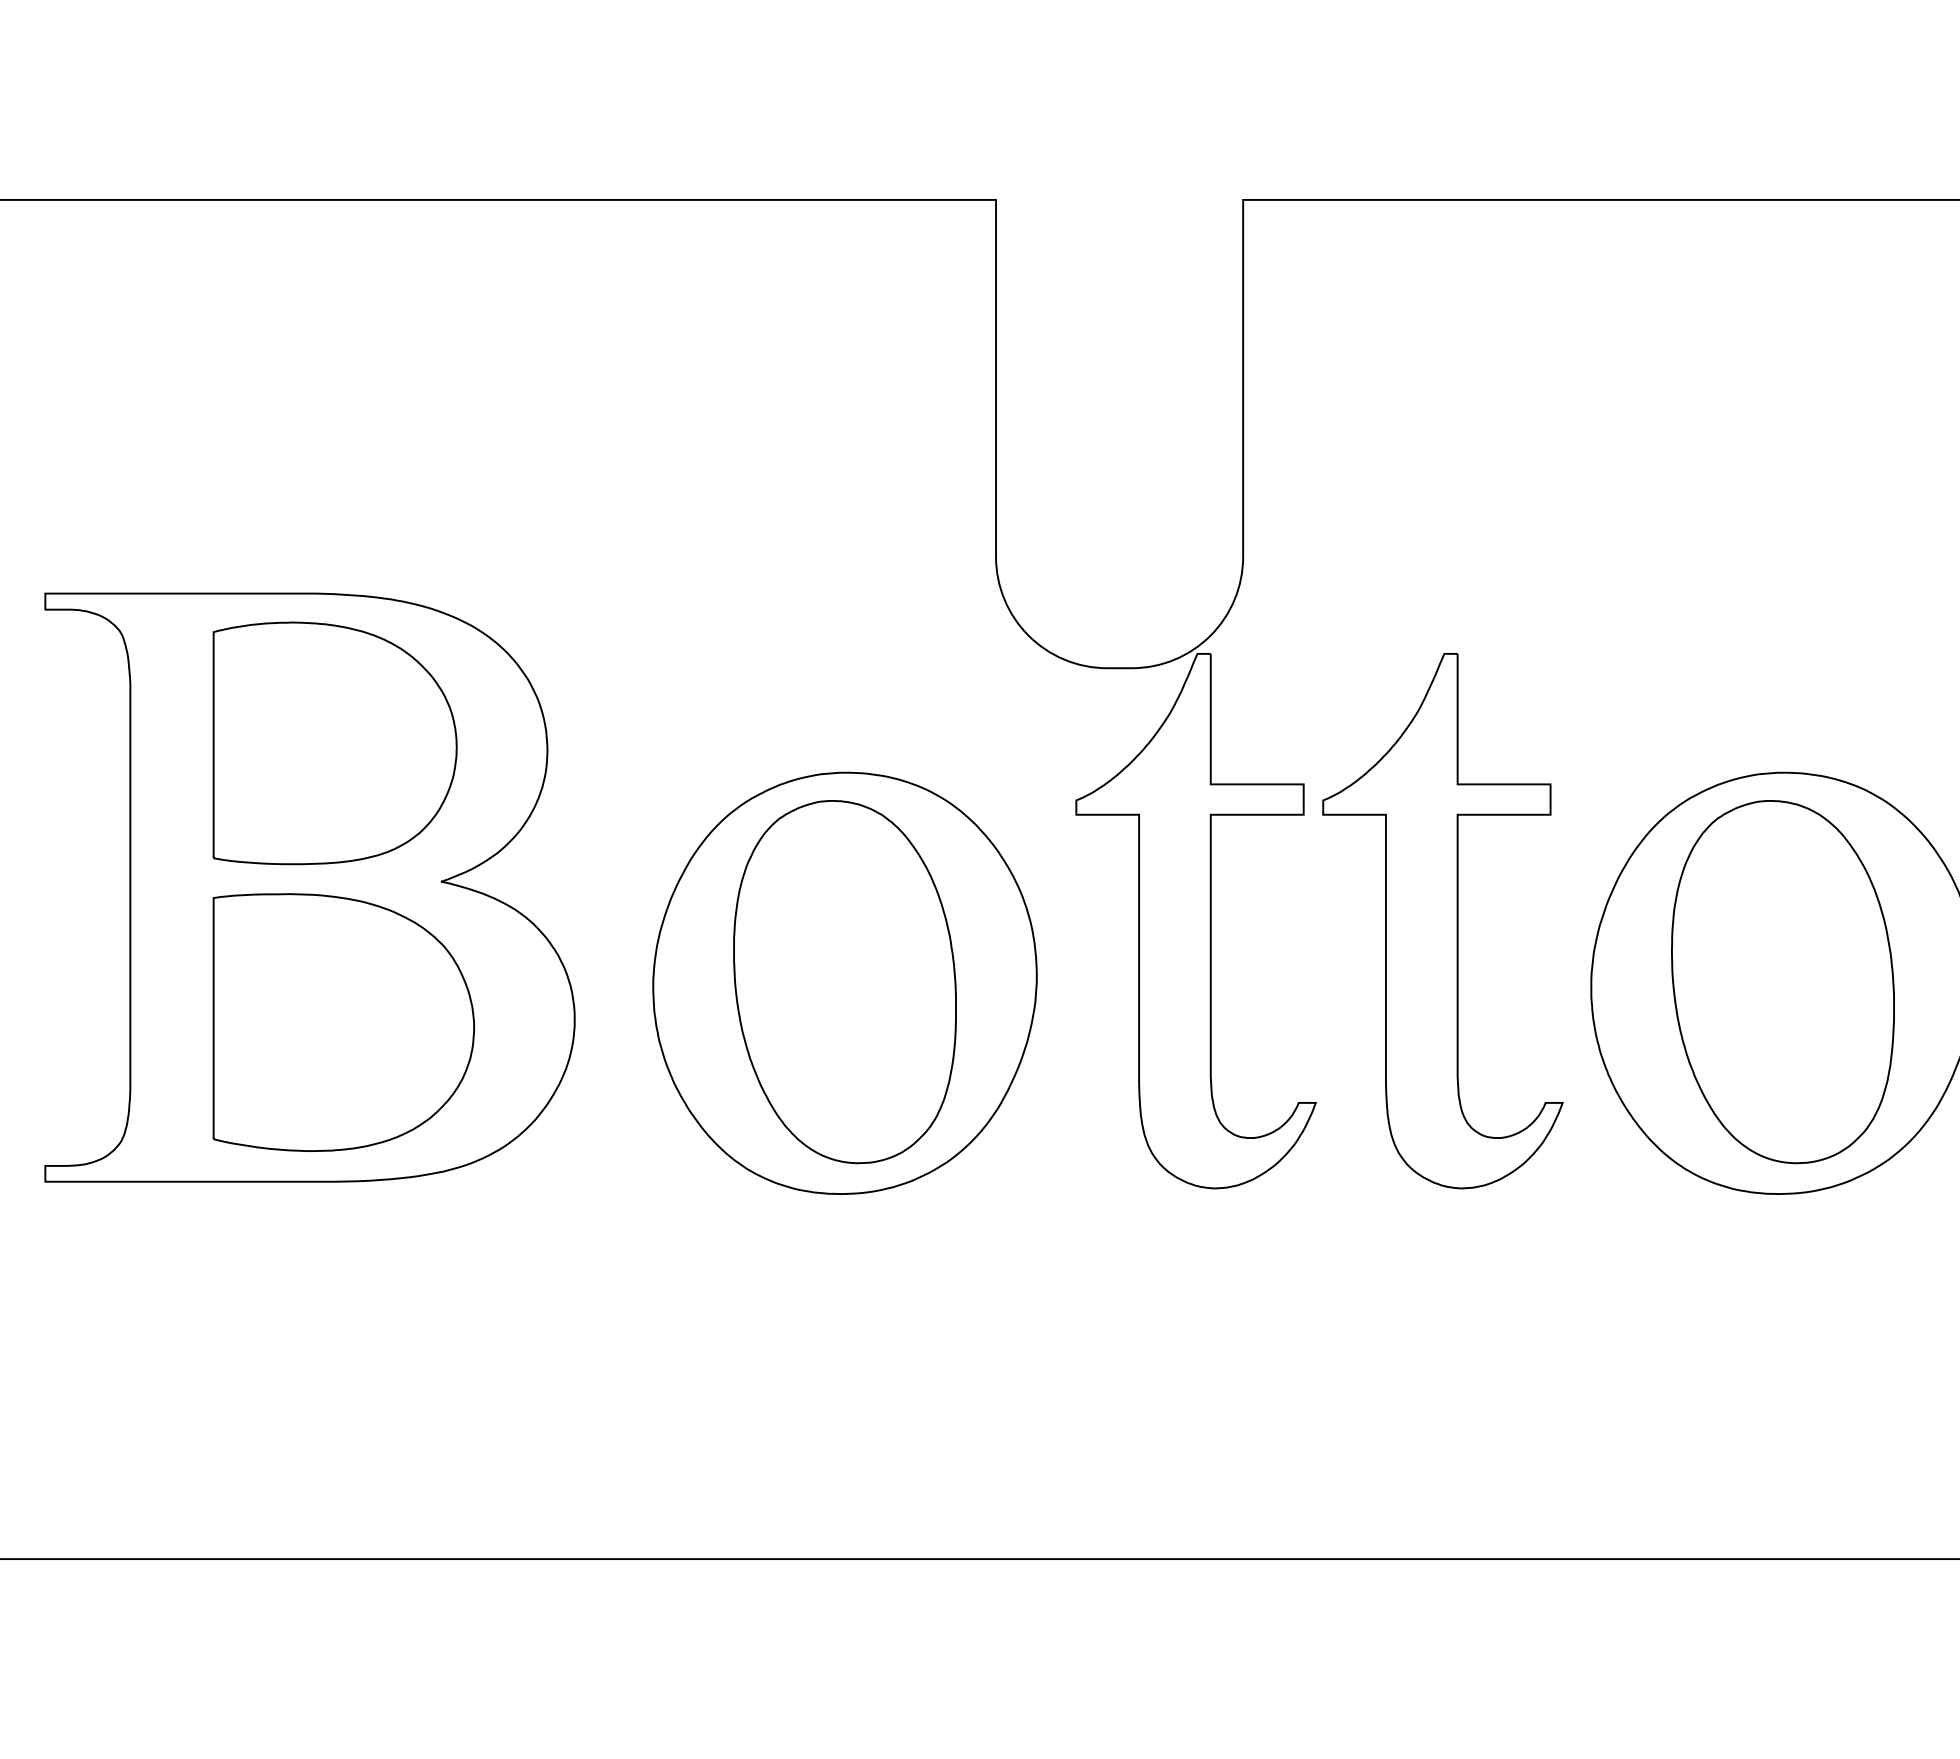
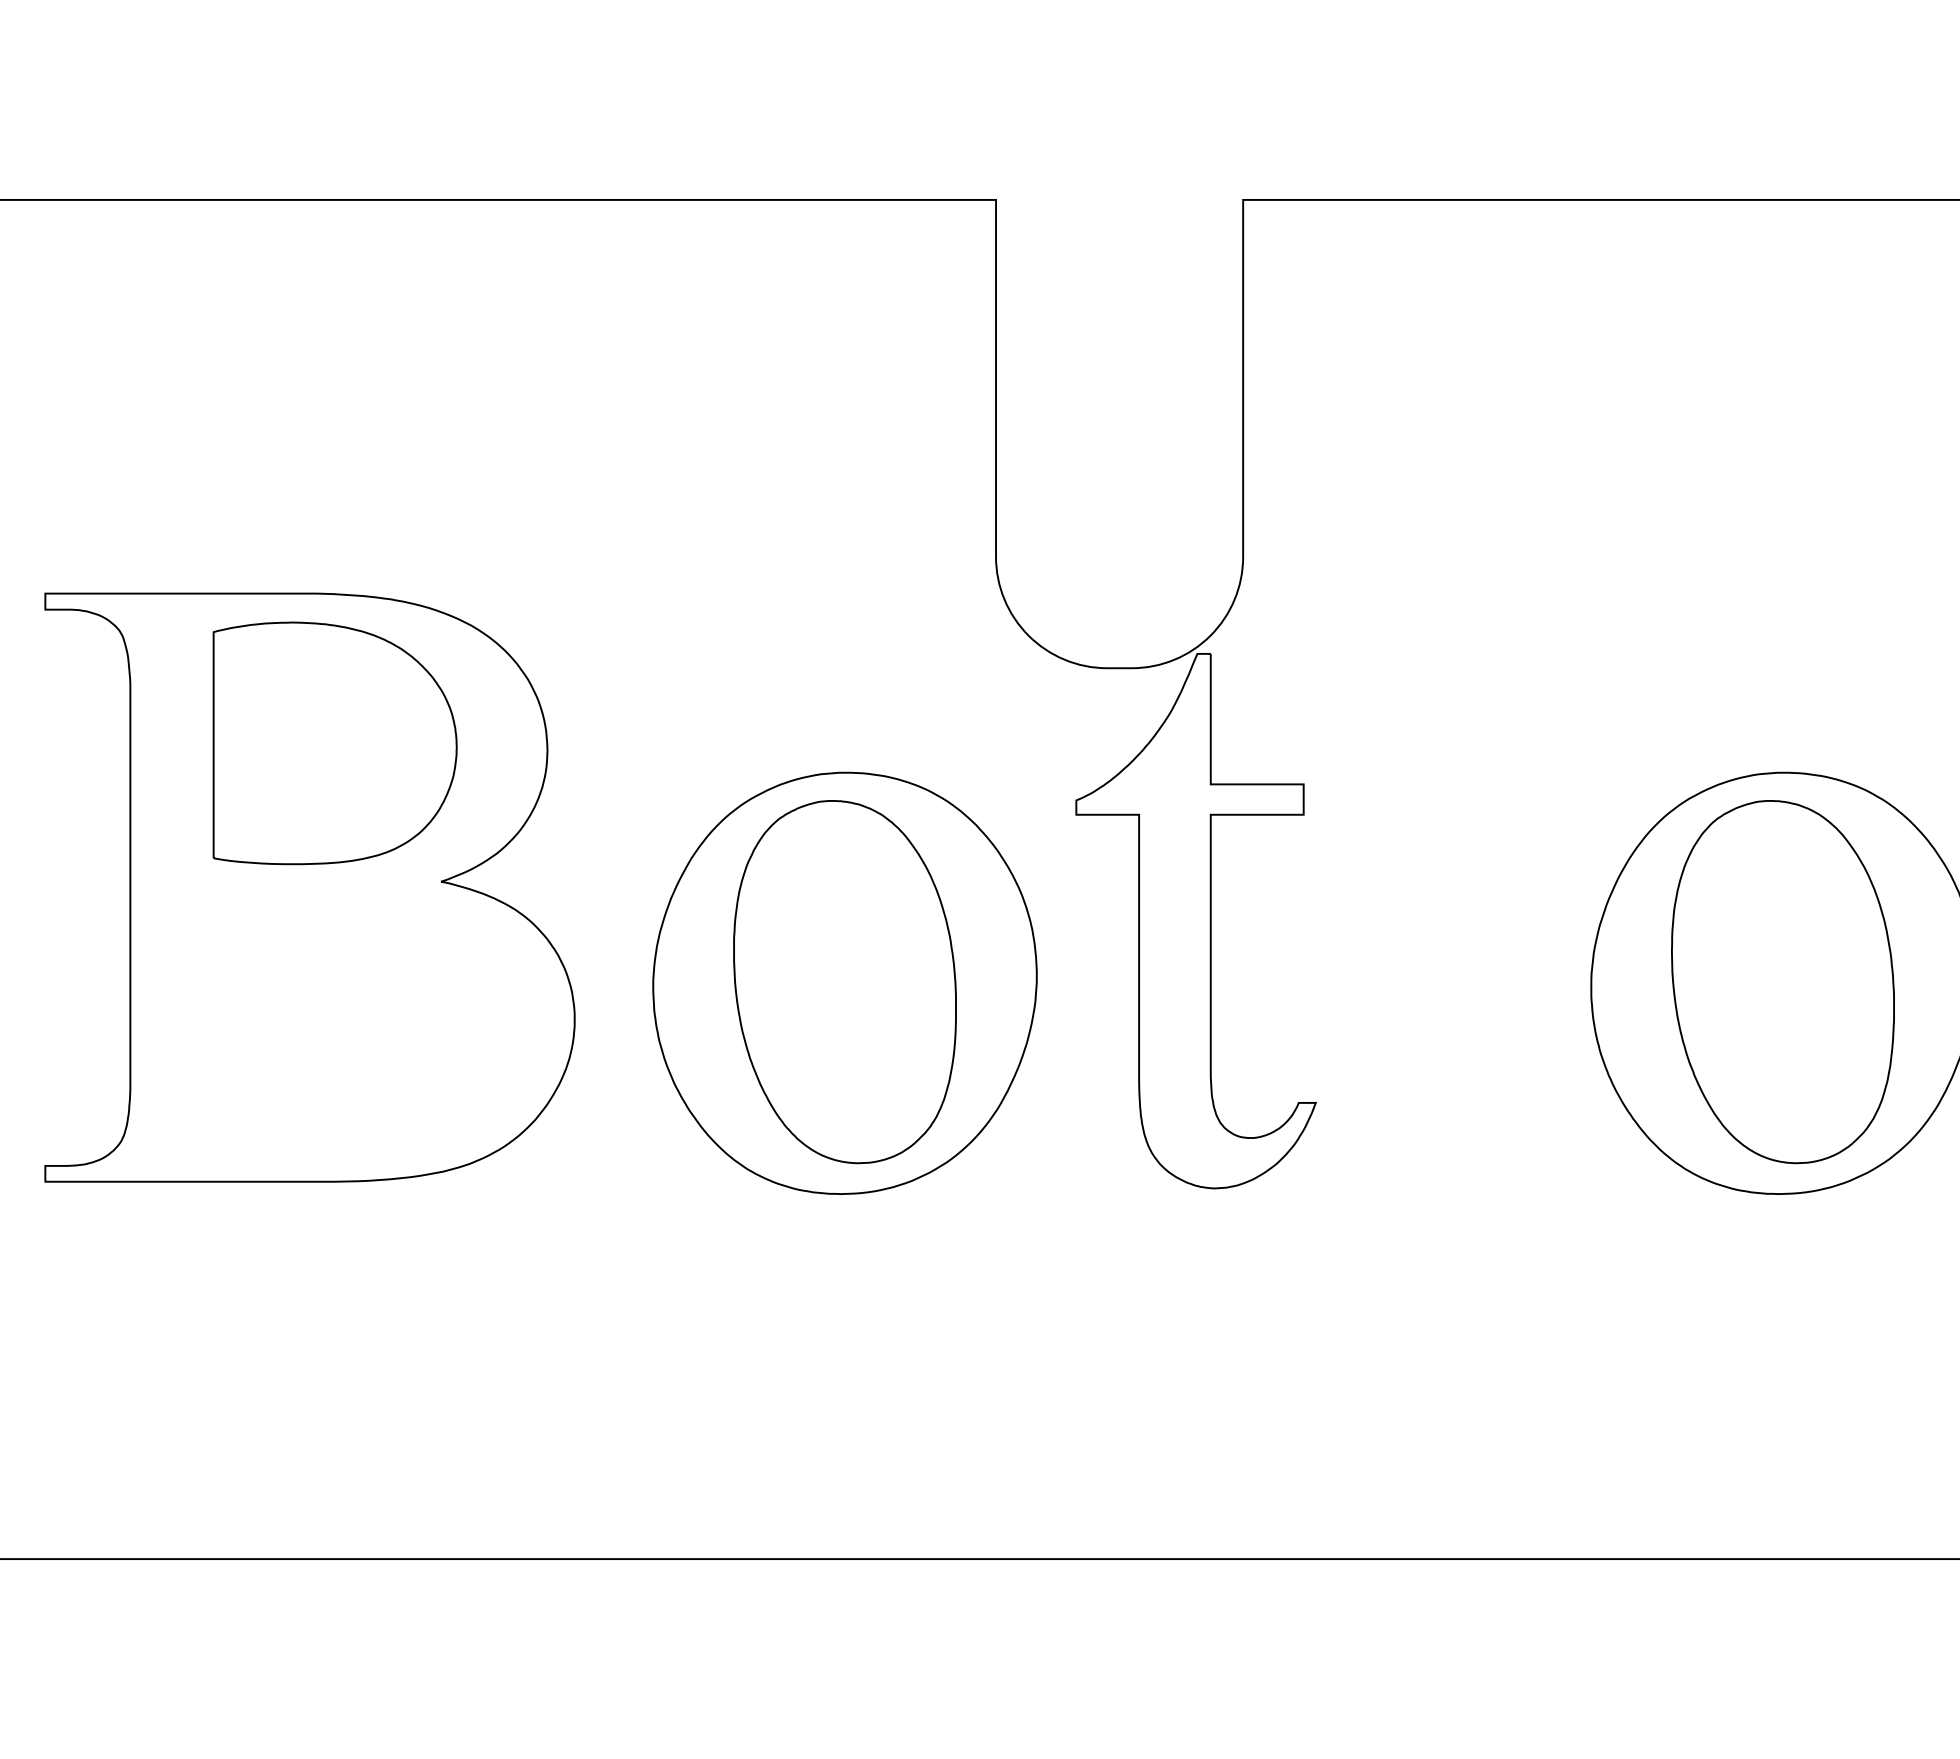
part at (1442, 921): present -> none
part at (343, 1022): present -> none
